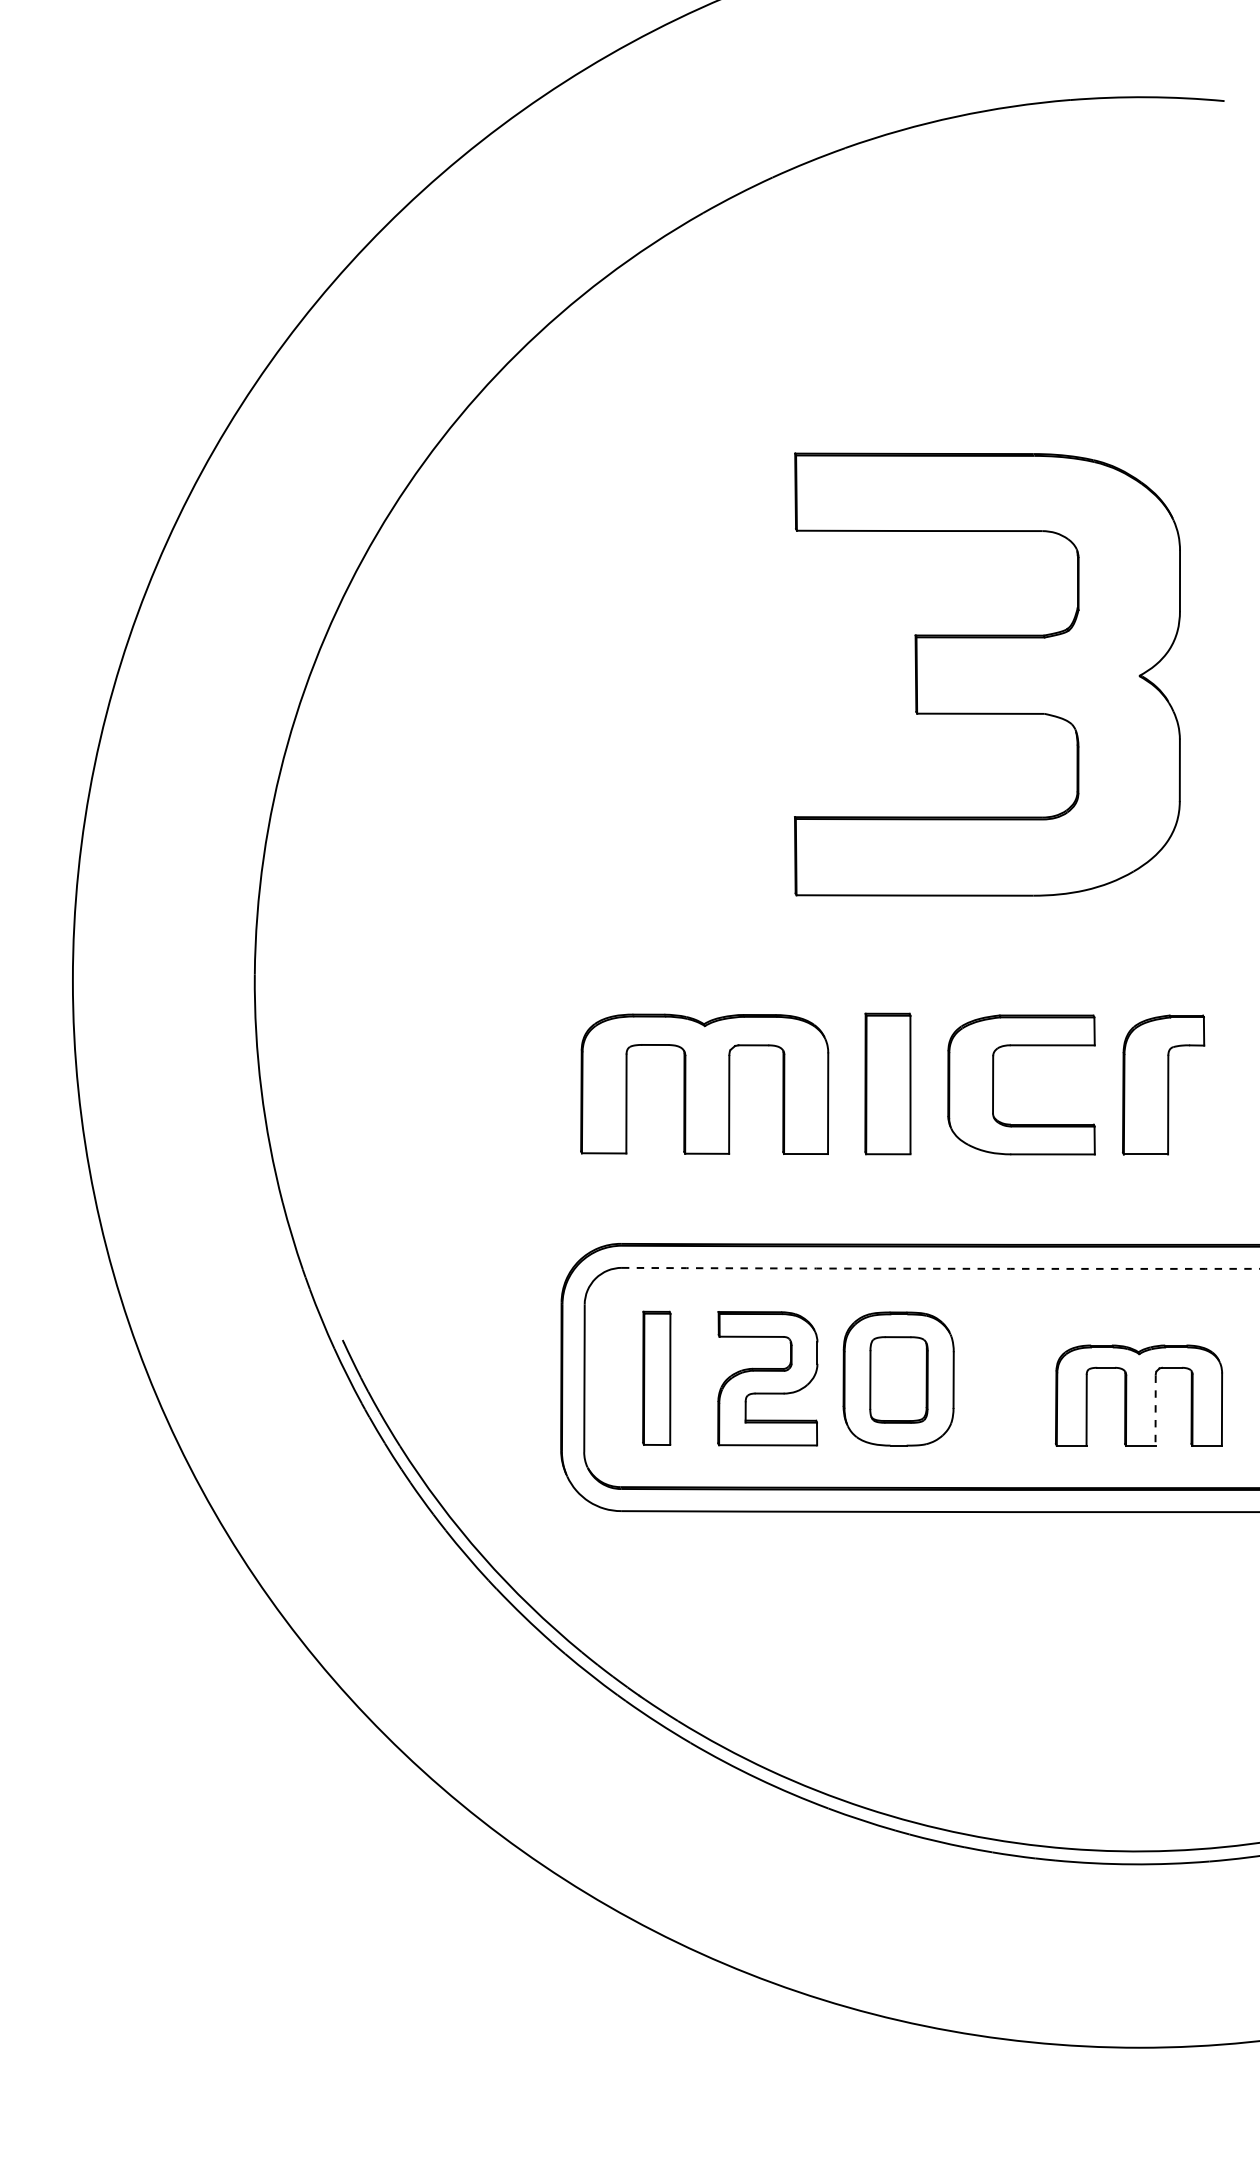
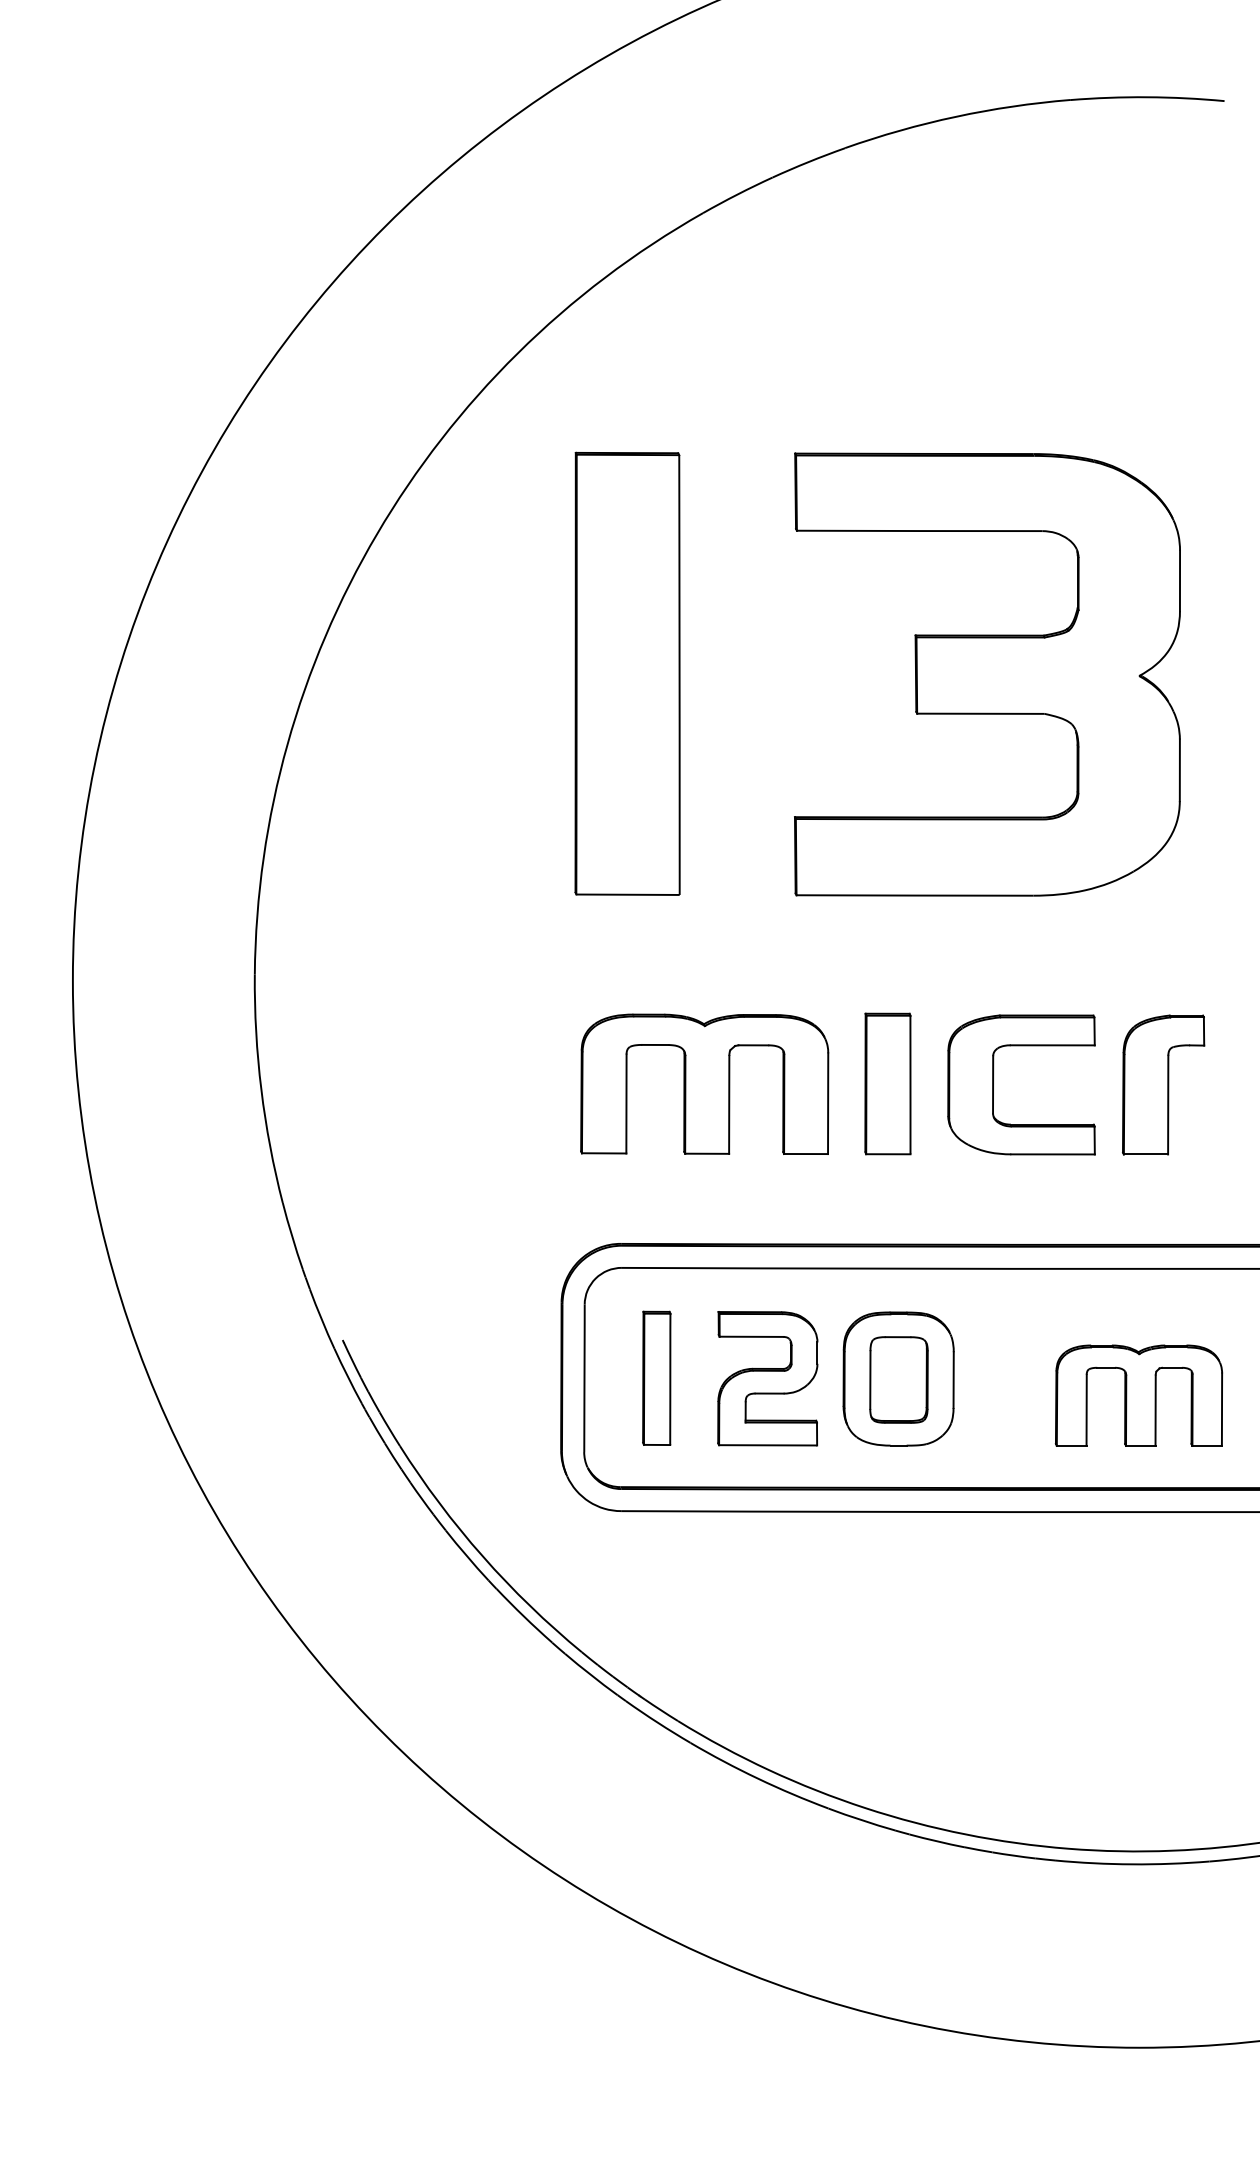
part at (627, 673): none -> present
arc at (940, 1268): dashed -> solid
line at (1155, 1411): dashed -> solid
